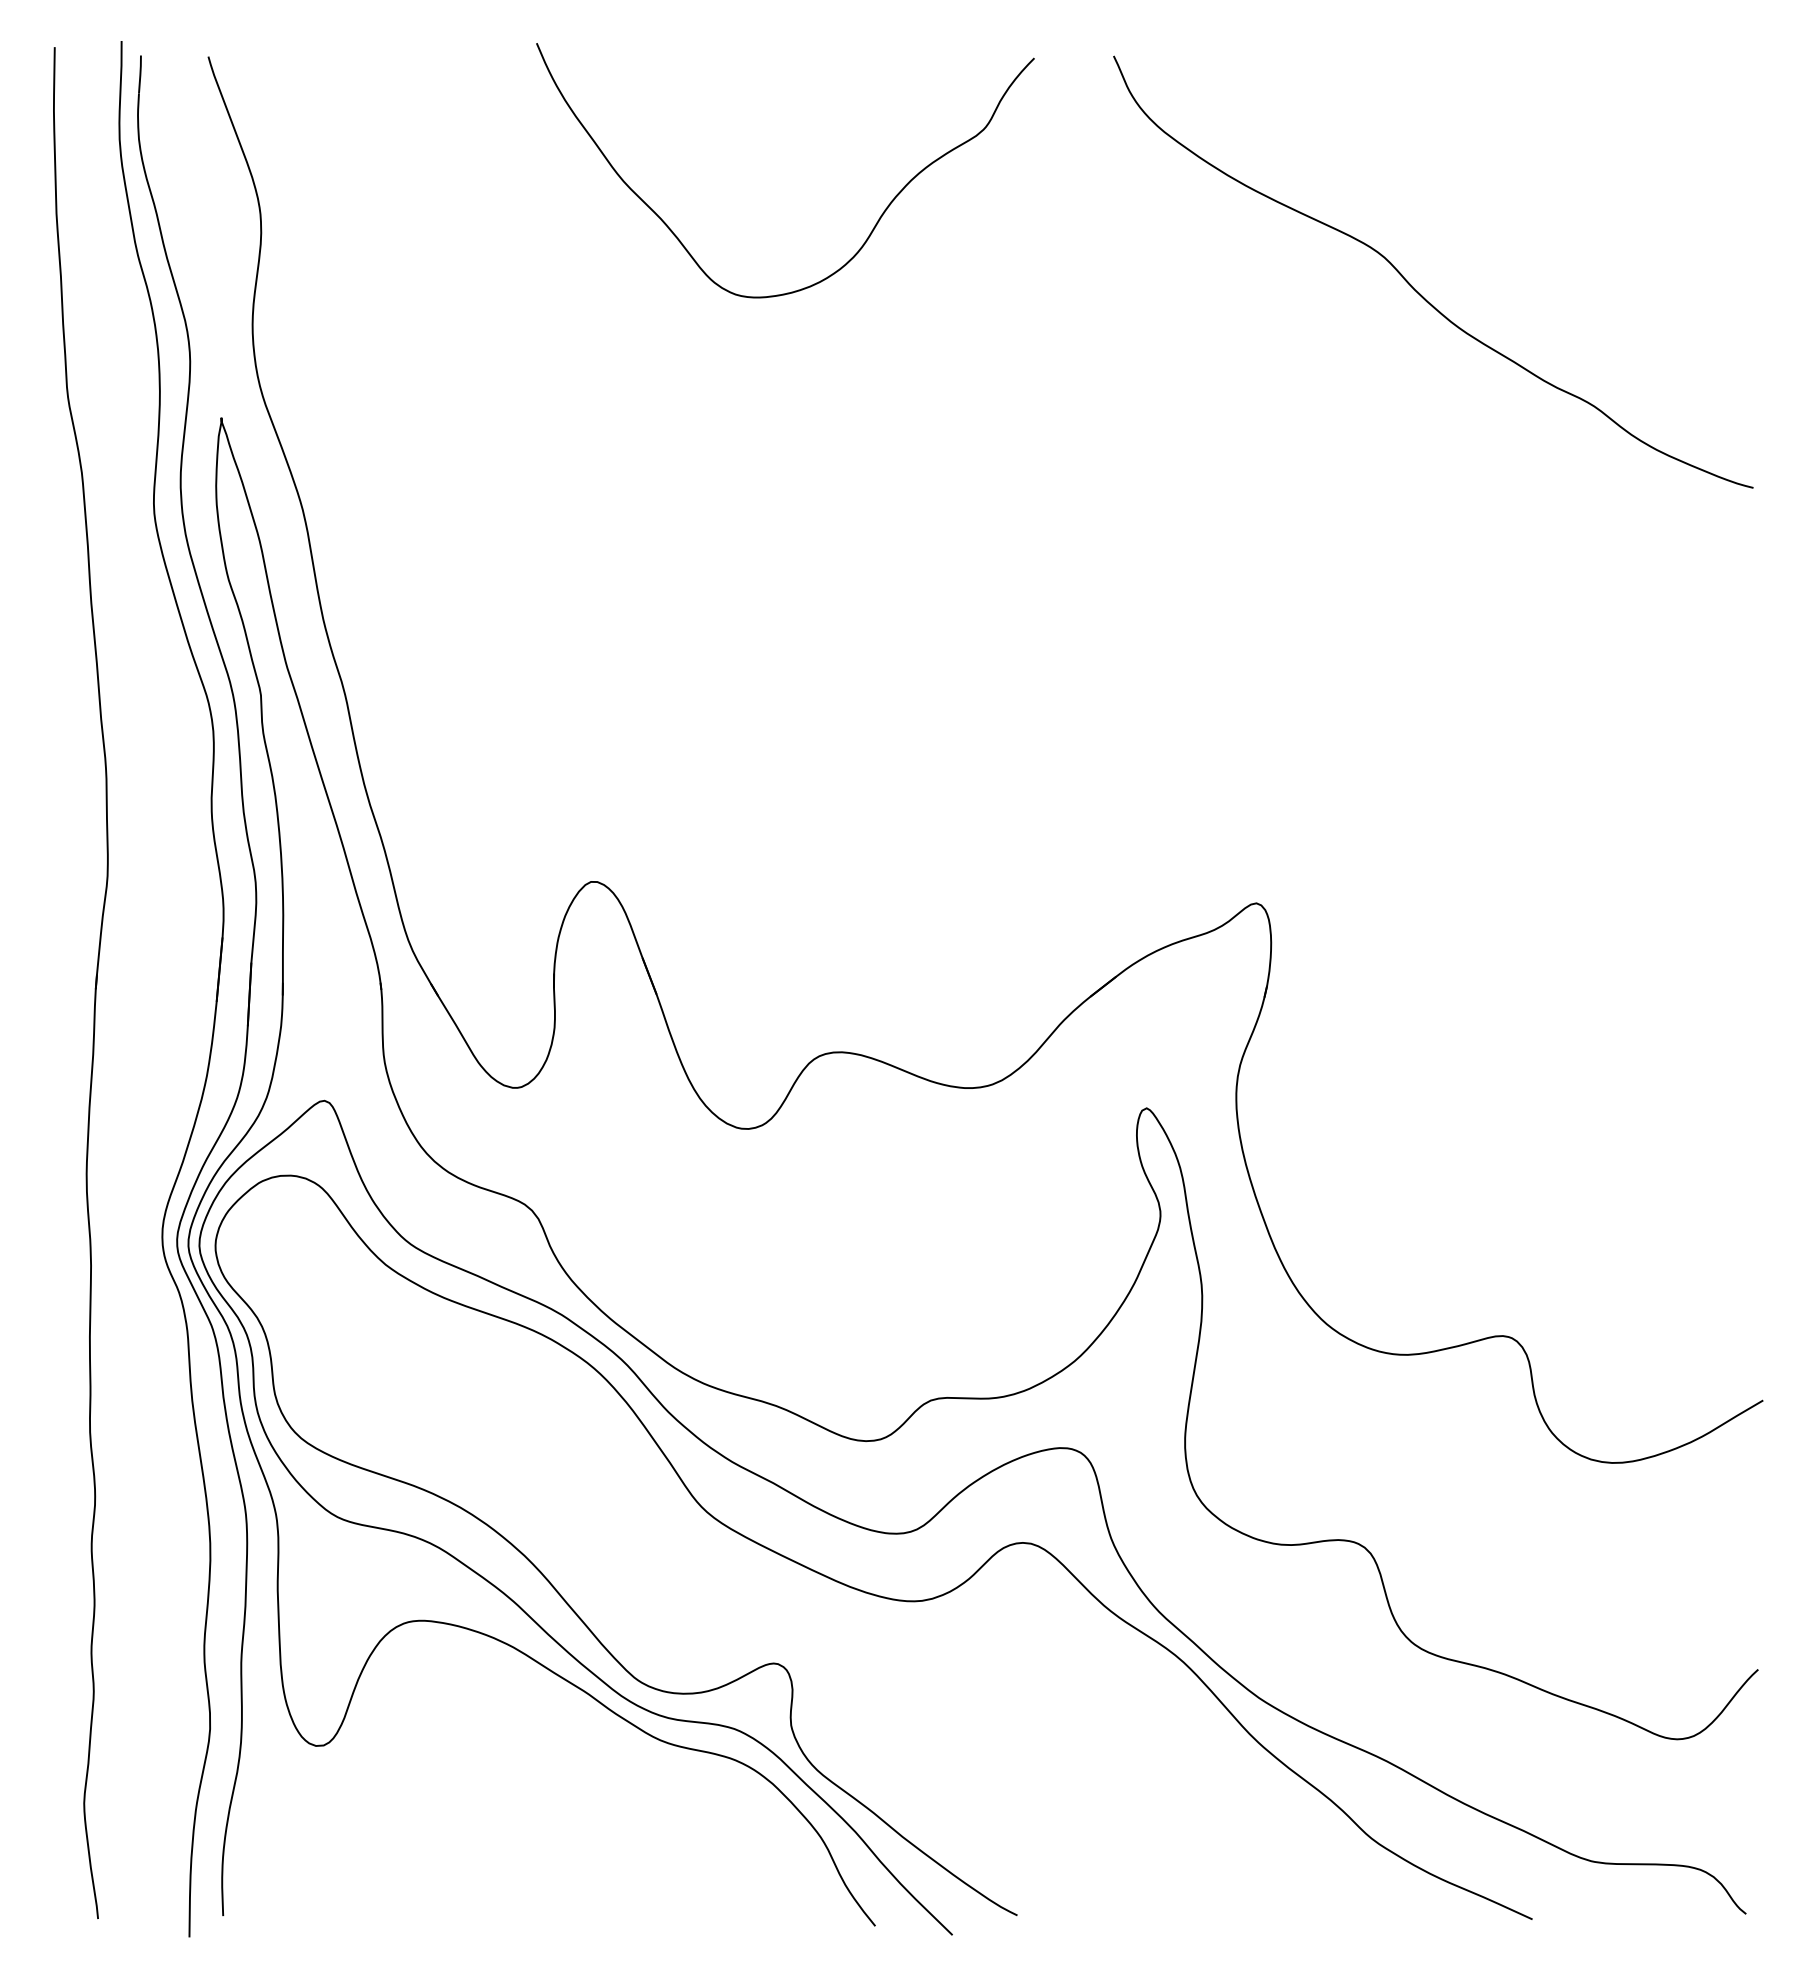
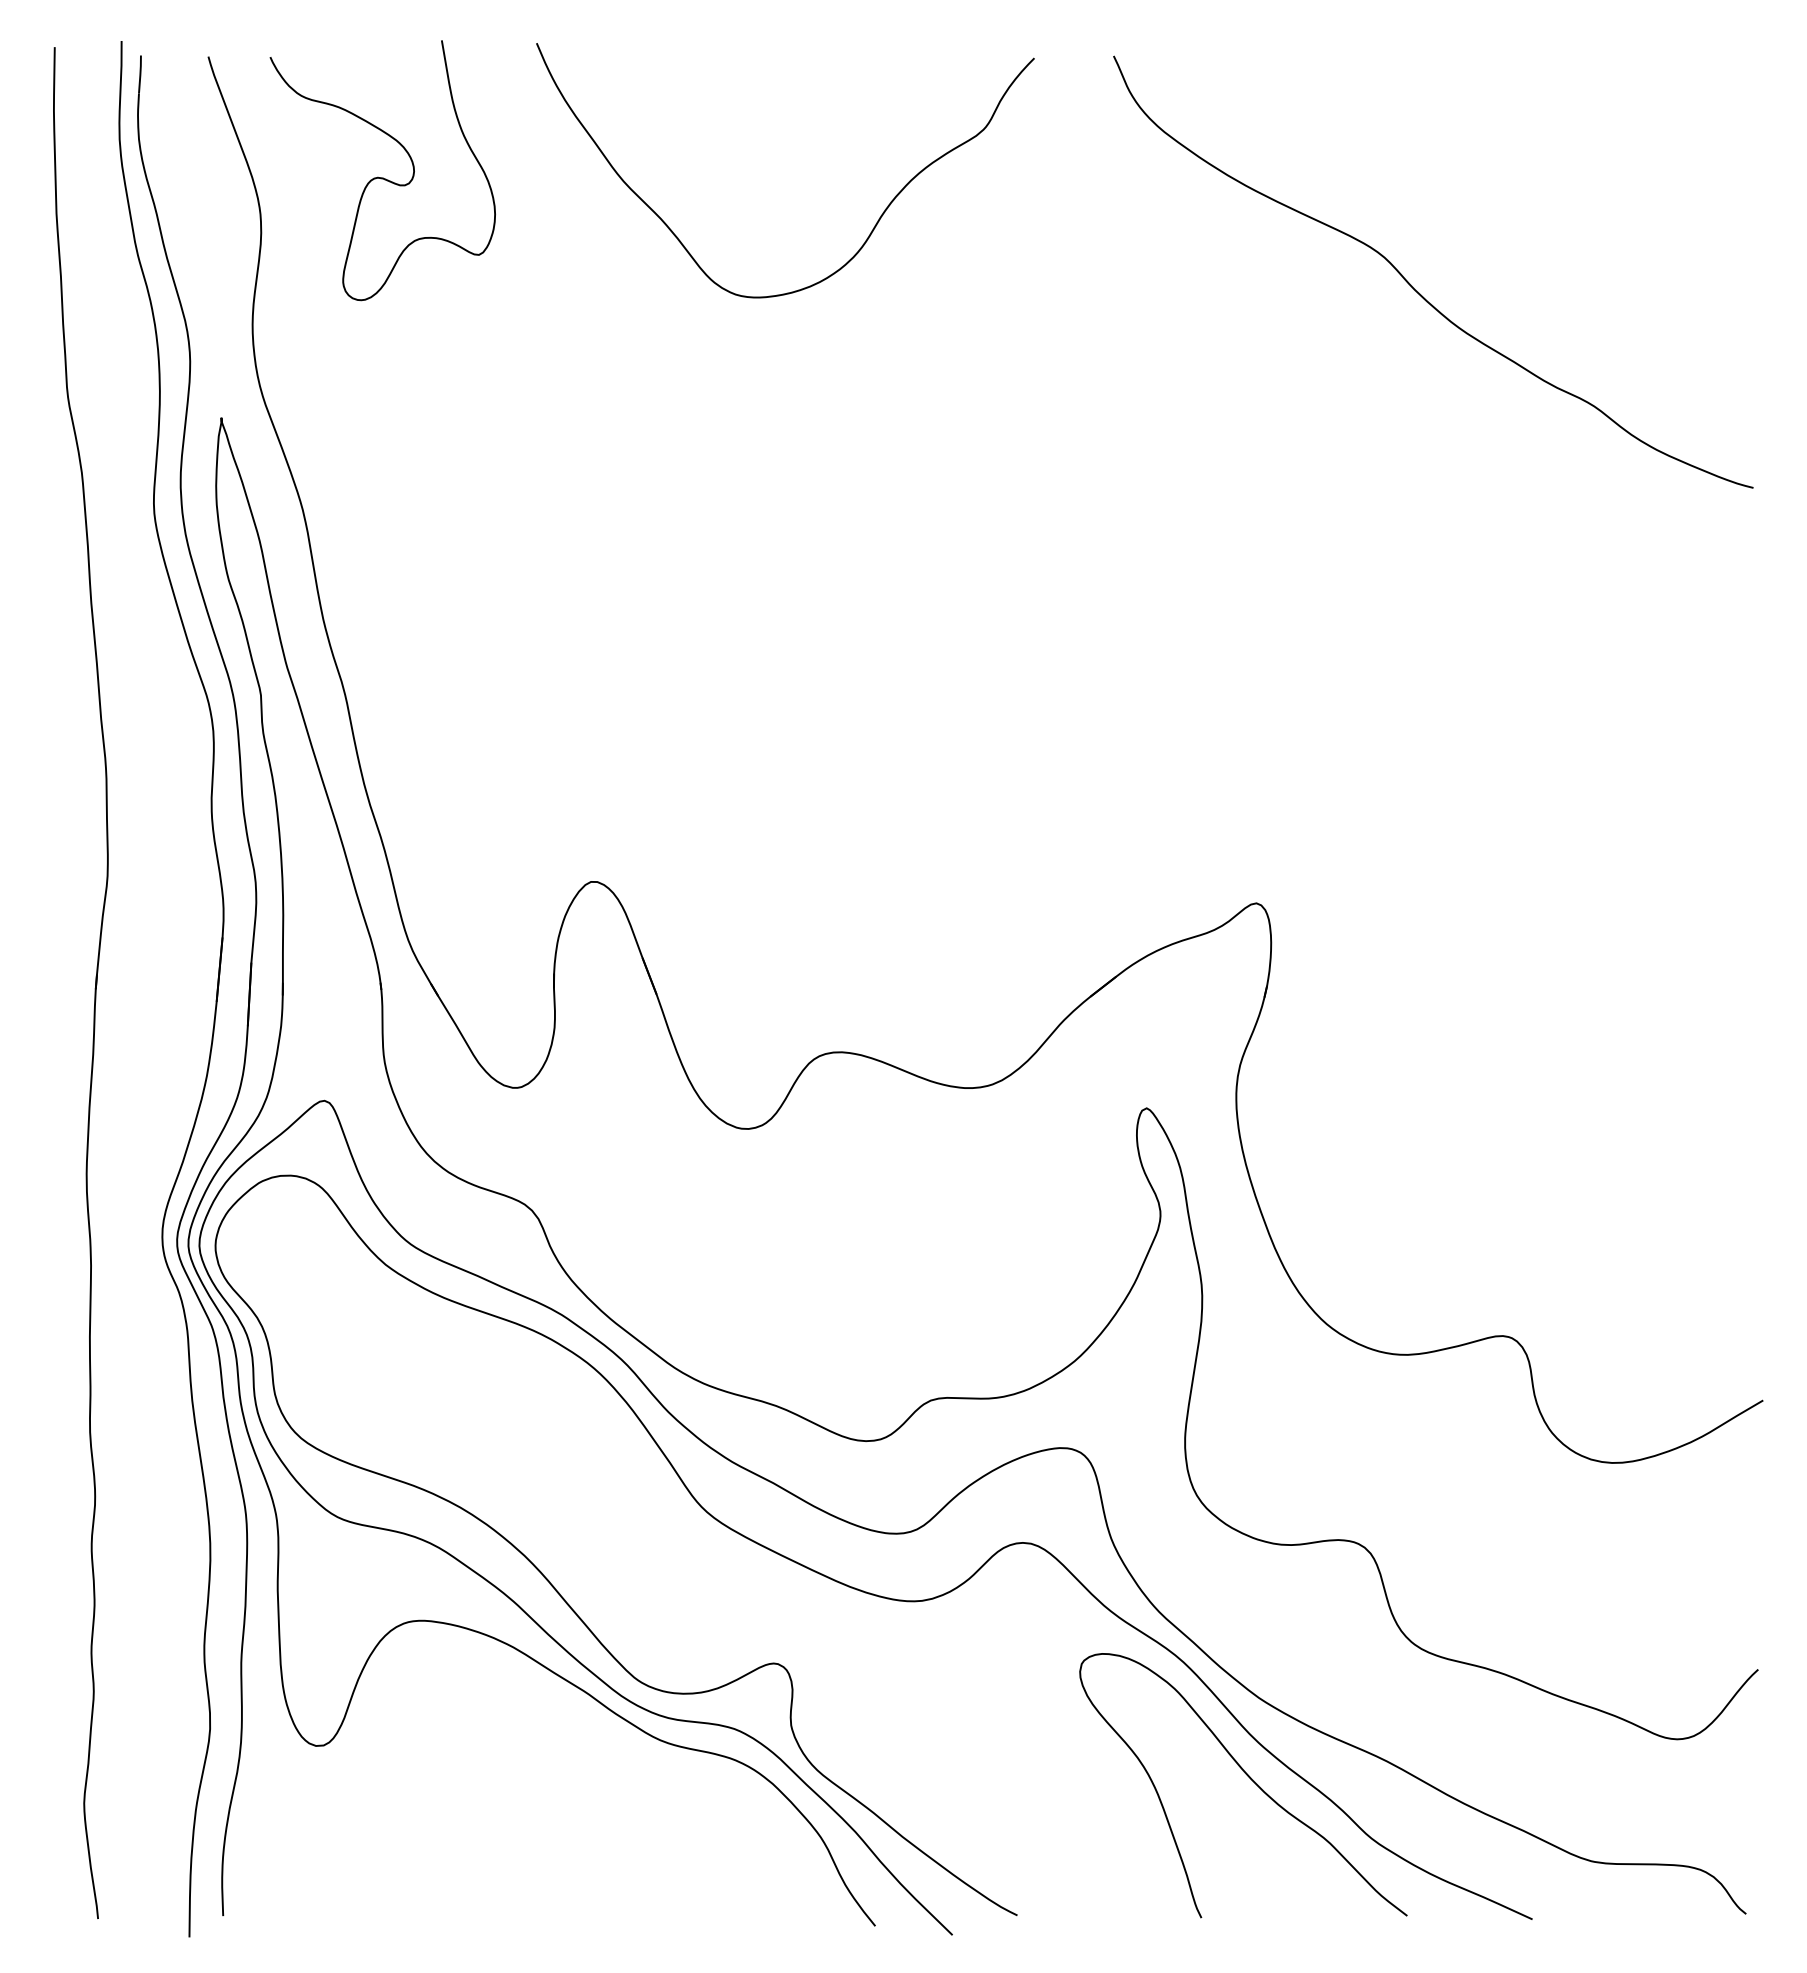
curve at (382, 177): none -> present
curve at (1249, 1778): none -> present
